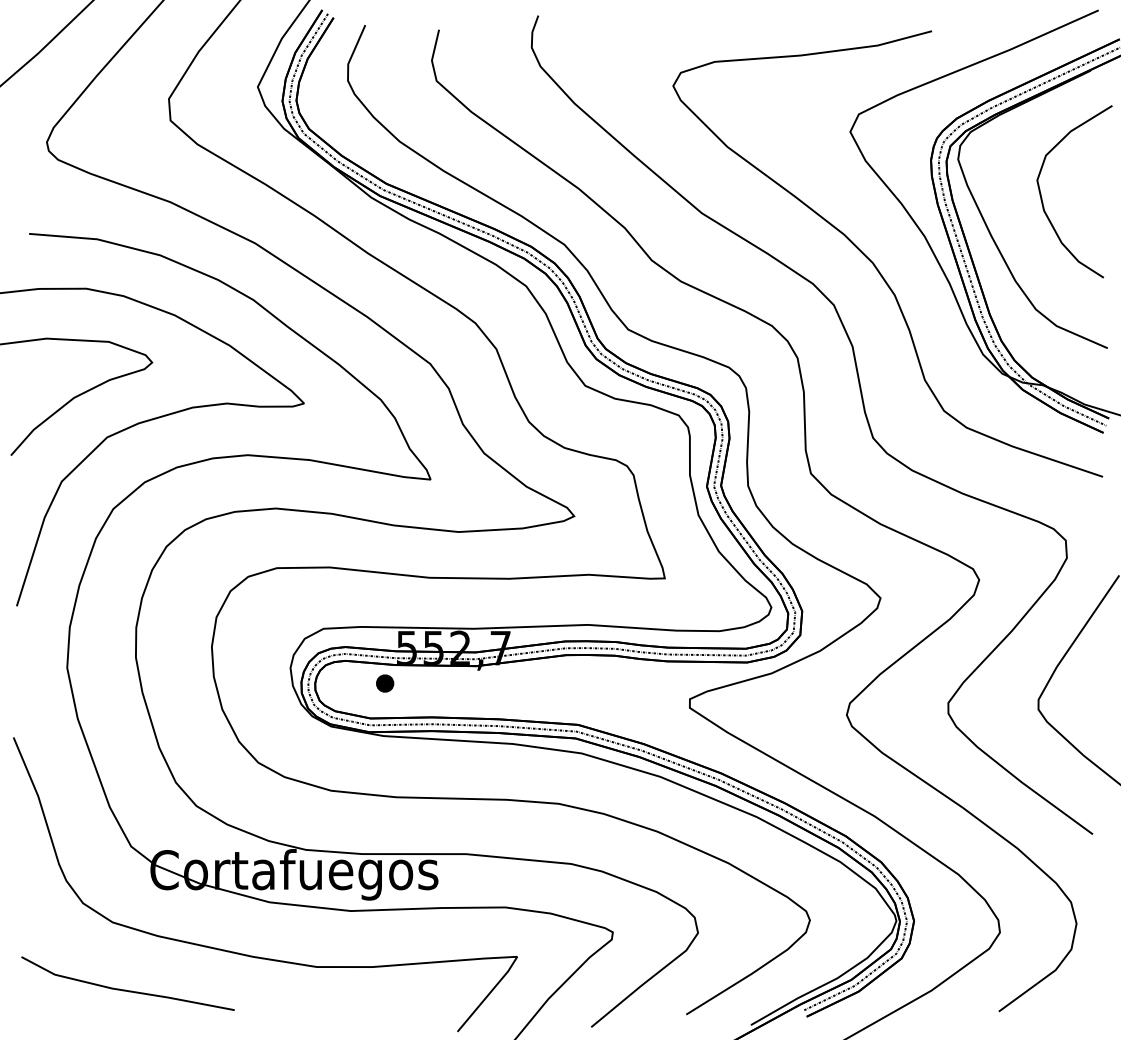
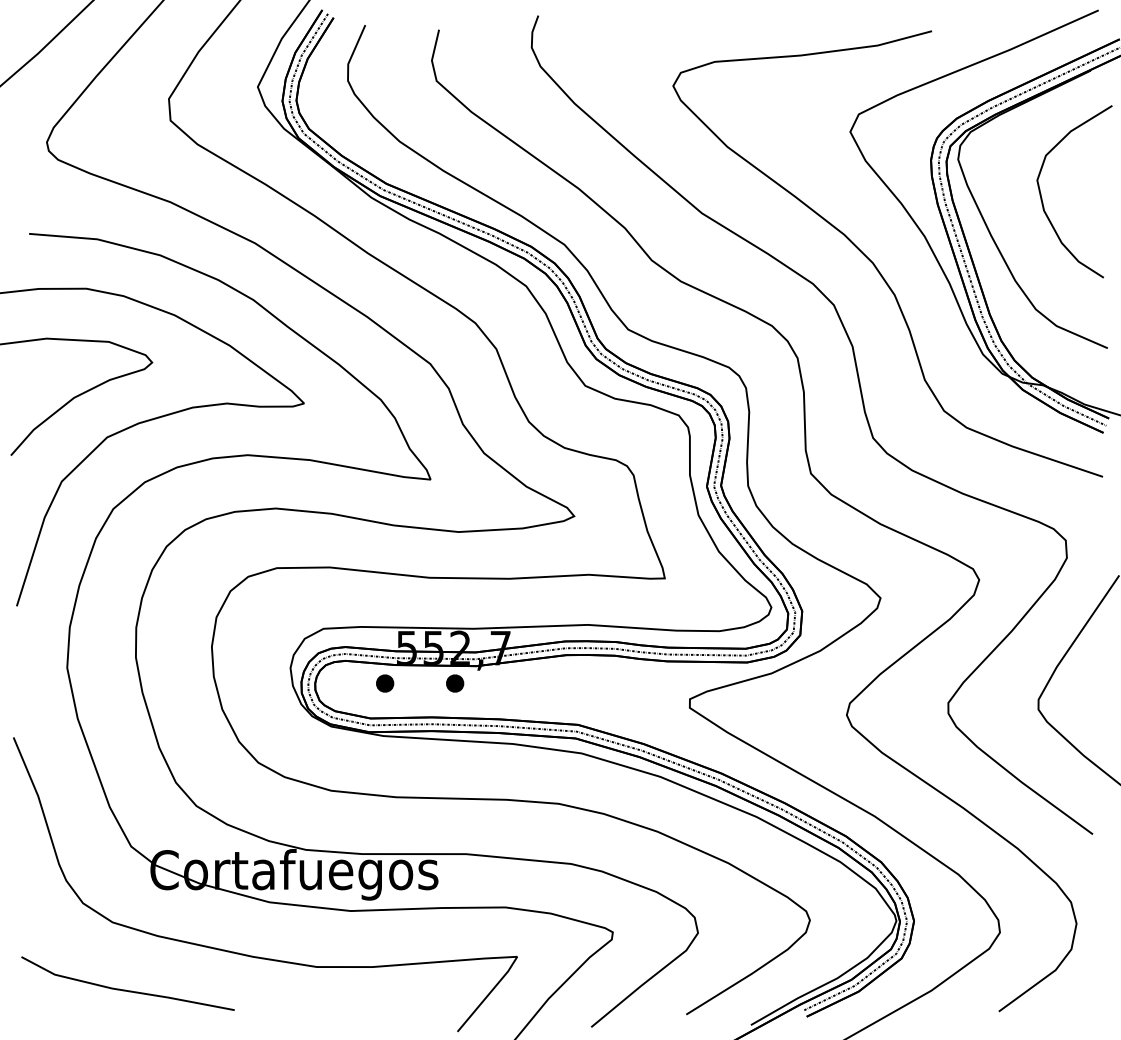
part at (455, 683): none -> present
